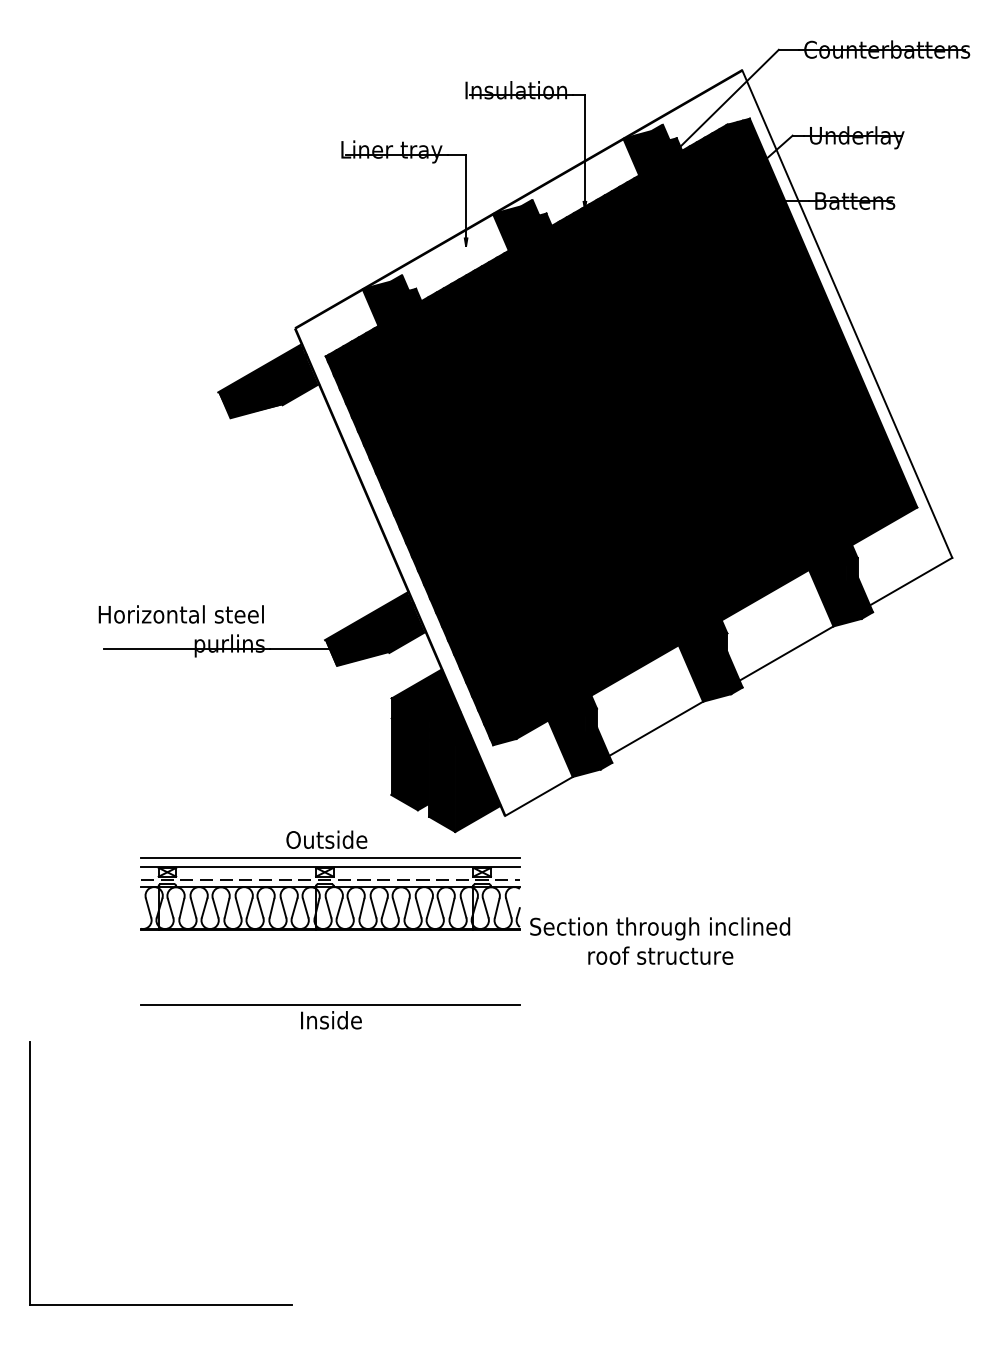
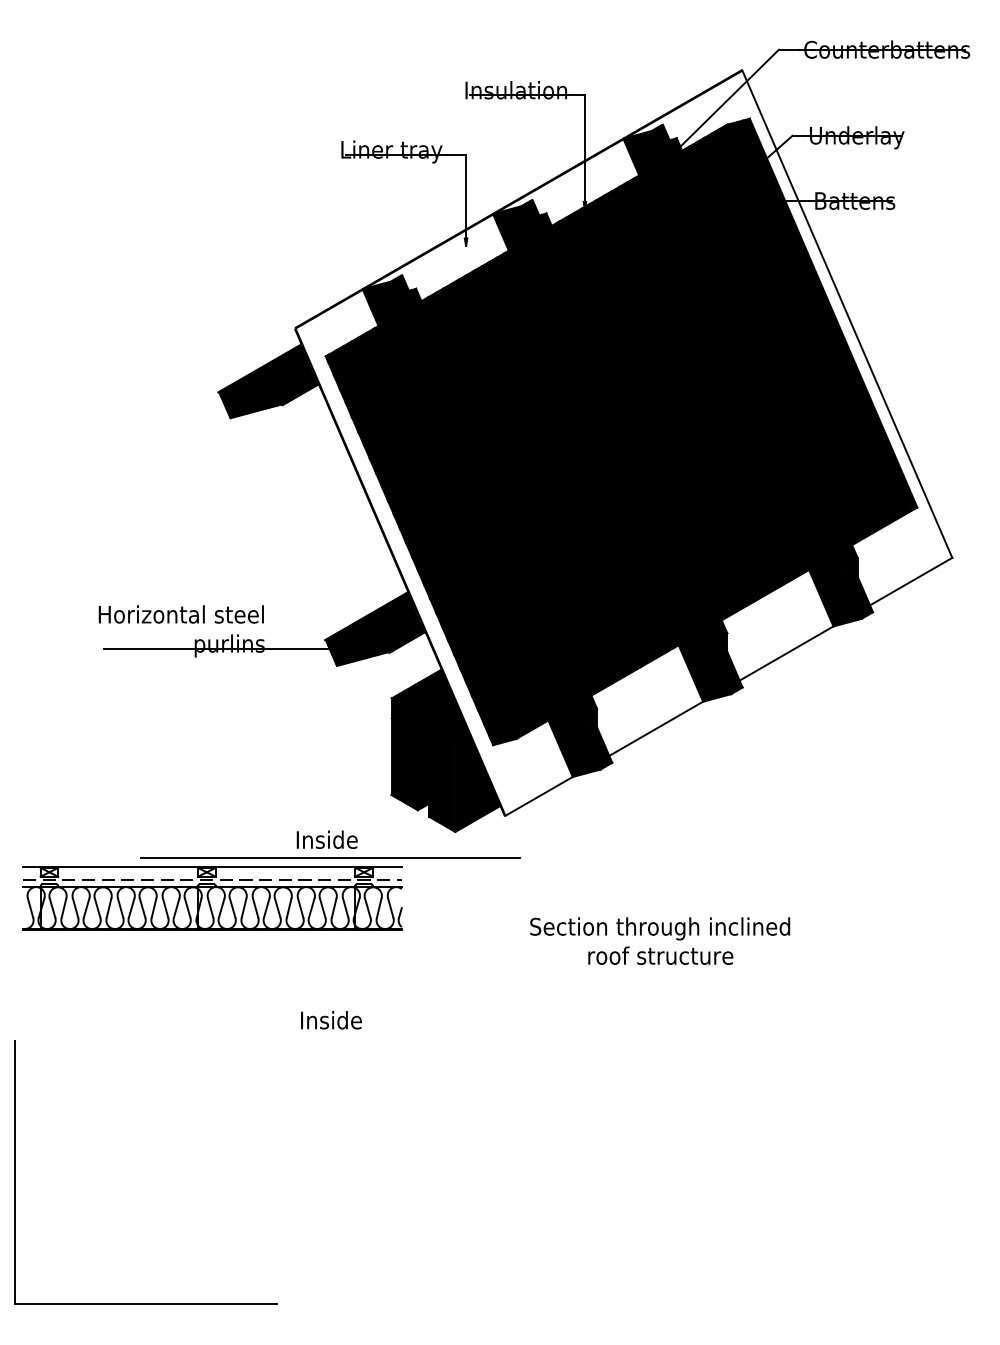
text at (326, 839): Outside -> Inside
part at (330, 898) position: (330, 898) -> (212, 898)
line at (329, 1005): present -> none
part at (30, 1173) position: (30, 1173) -> (15, 1172)
